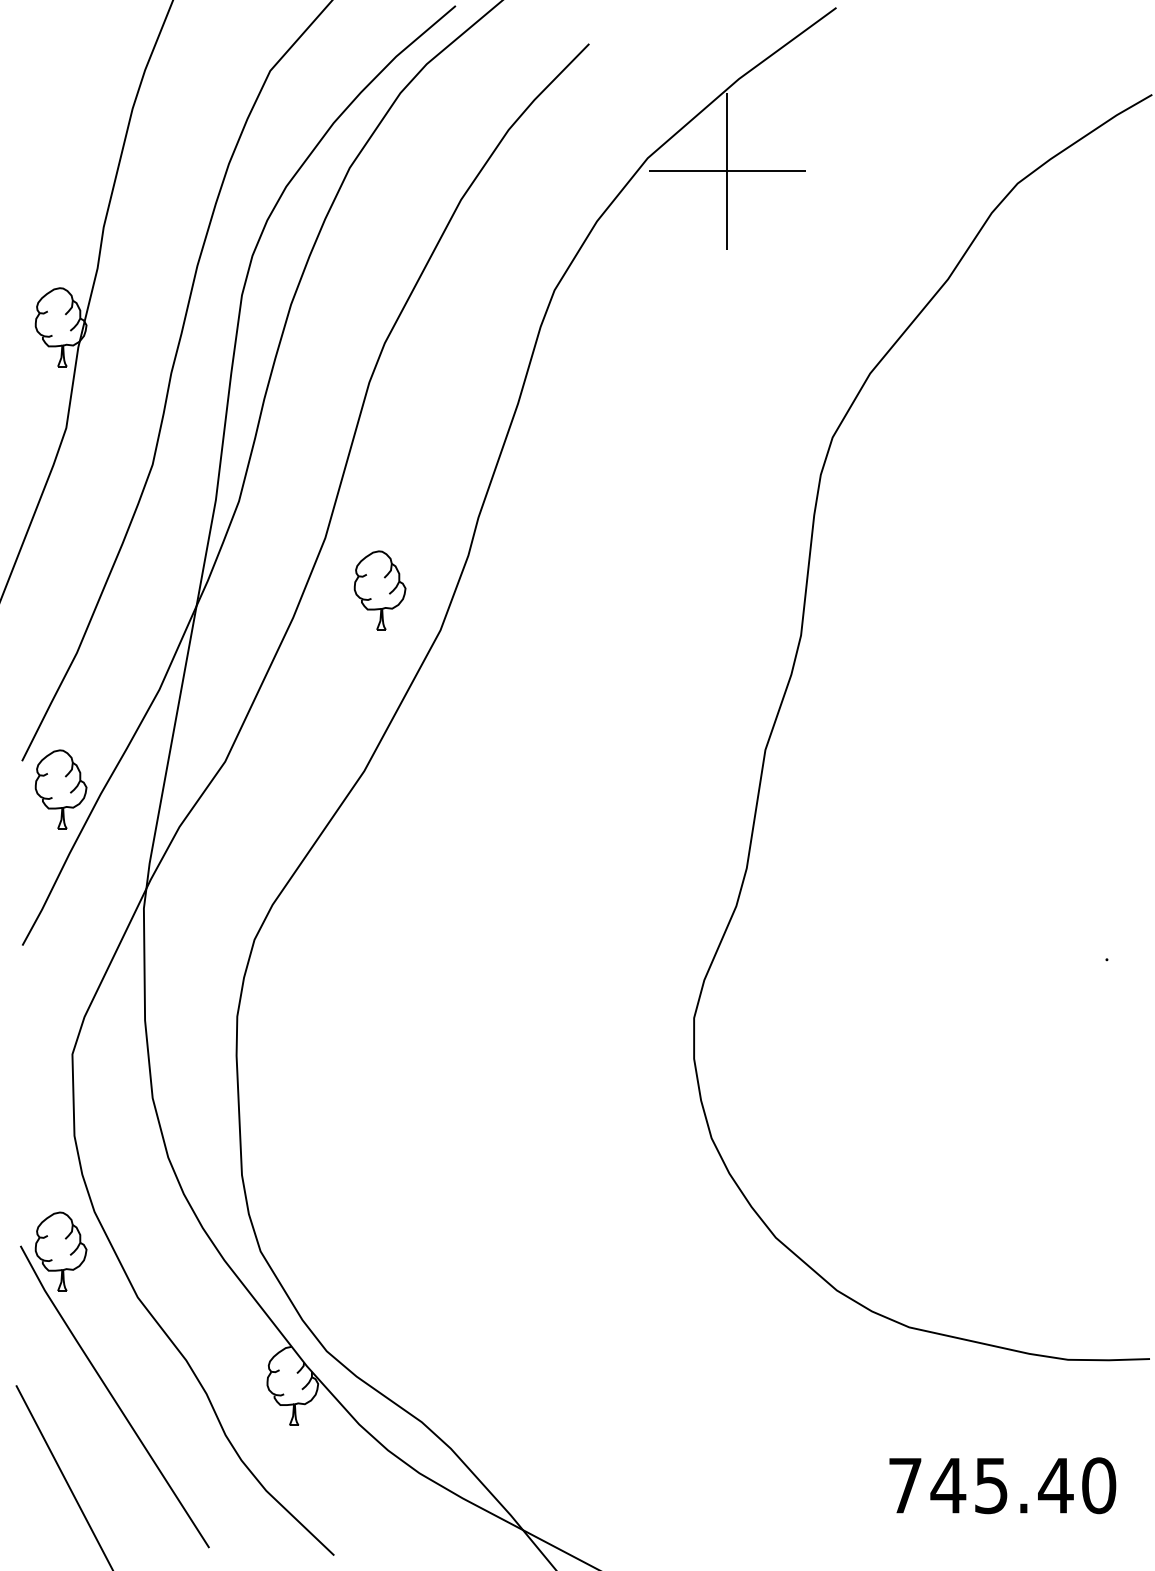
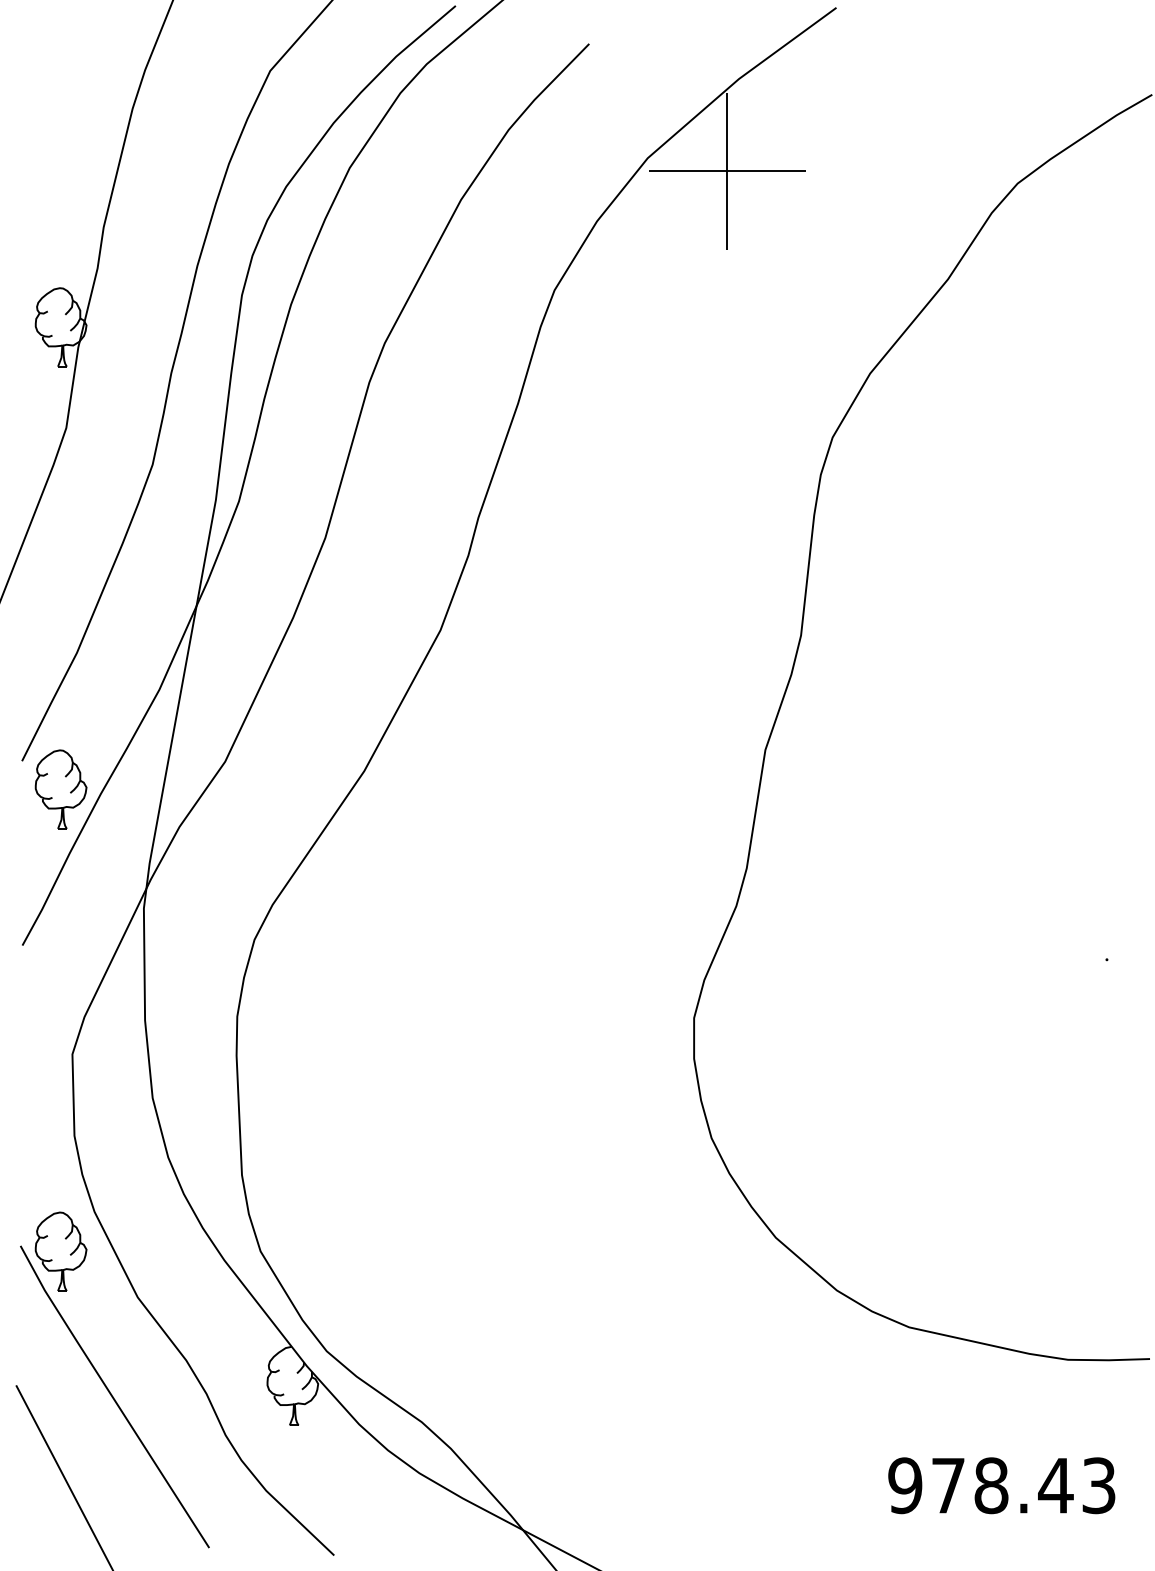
part at (379, 590): present -> none
text at (1002, 1485): 745.40 -> 978.43
